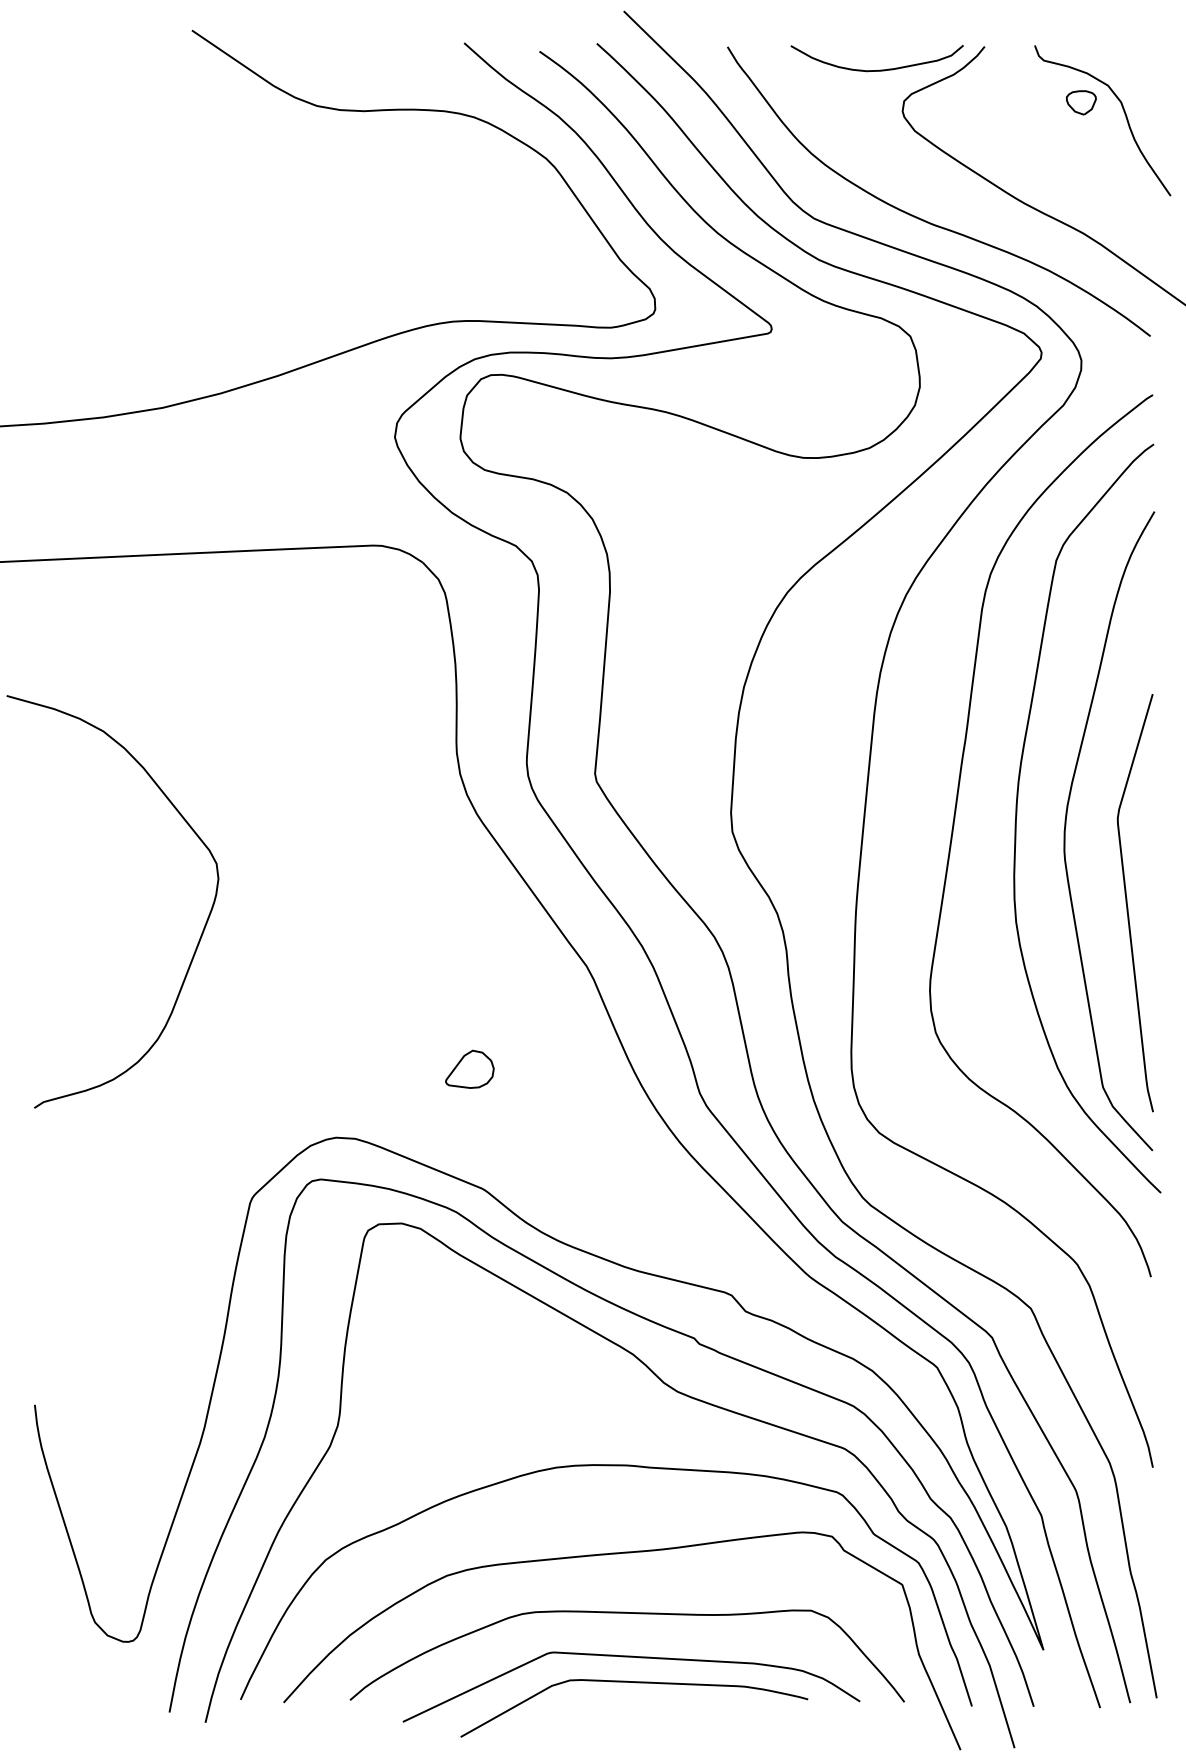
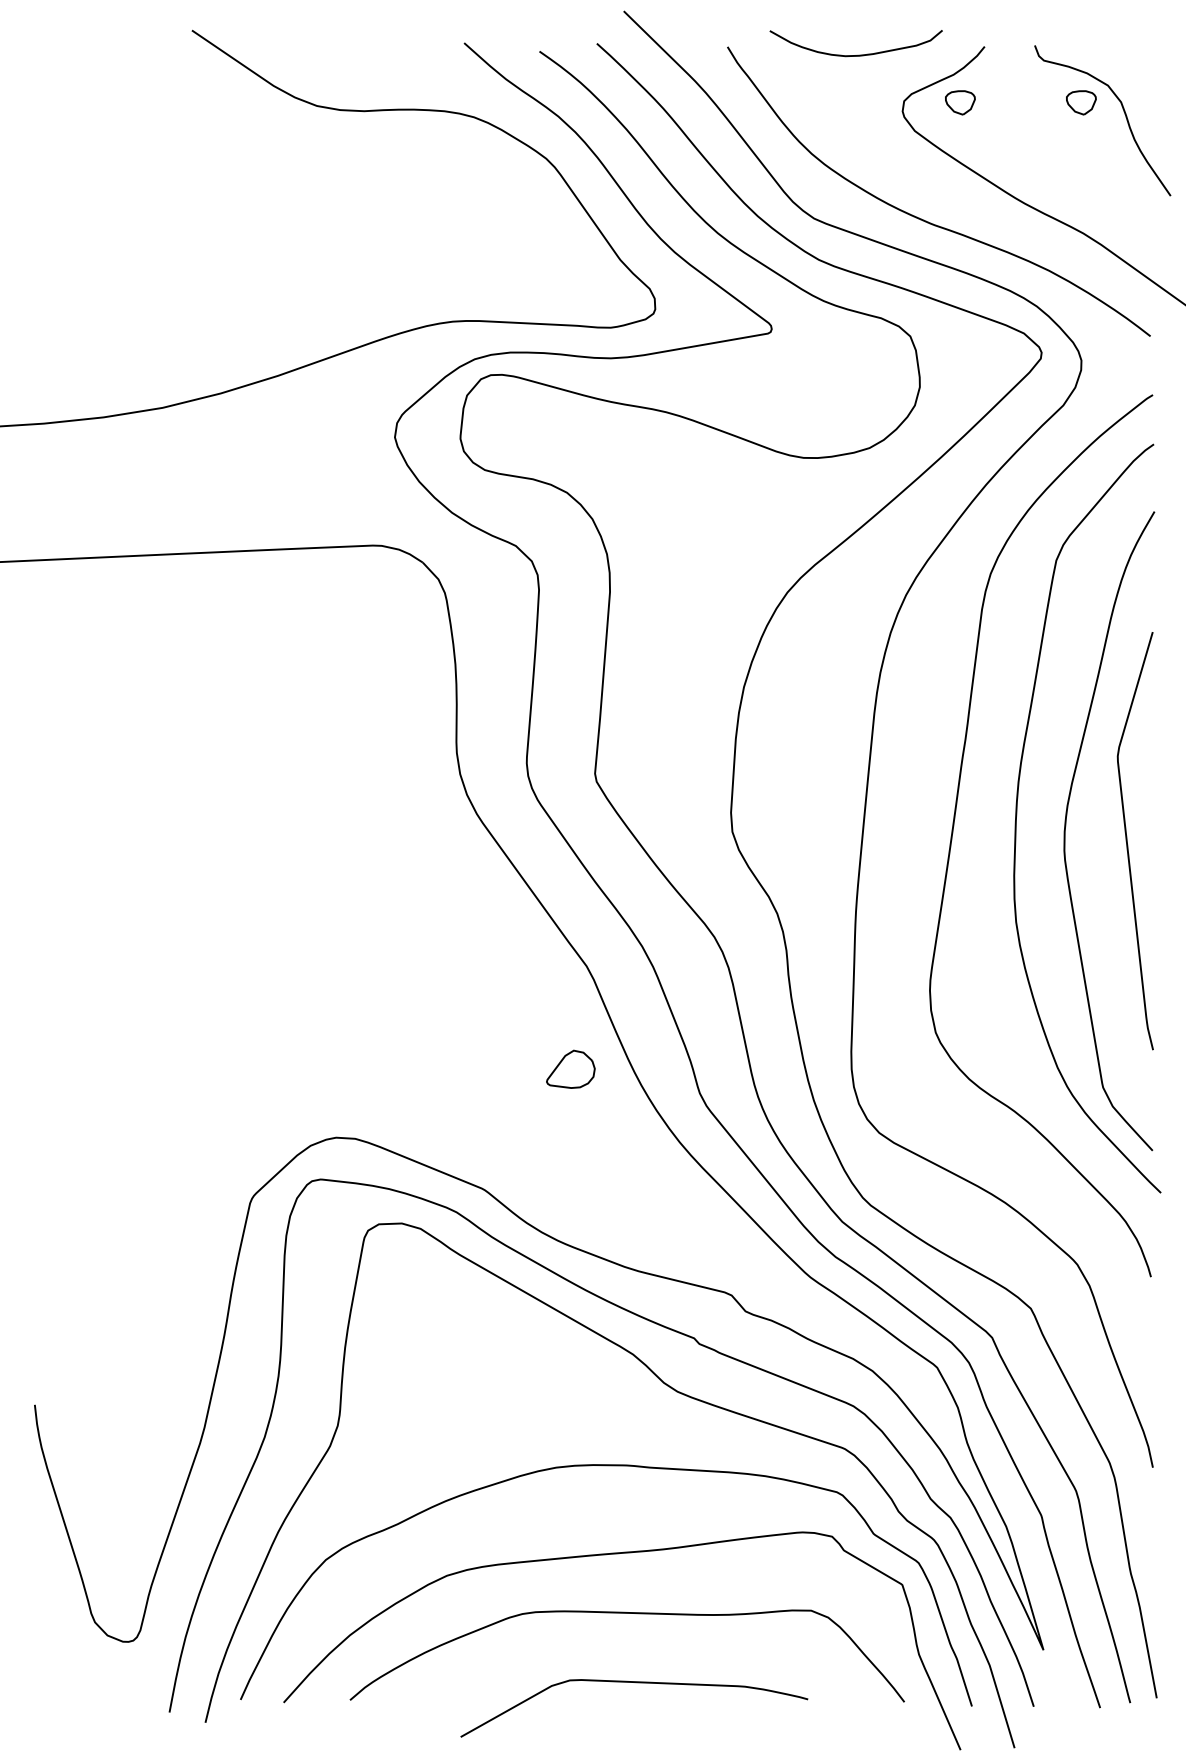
curve at (878, 69) position: (878, 69) -> (857, 54)
part at (960, 102): none -> present
curve at (1127, 903) position: (1127, 903) -> (1127, 841)
curve at (201, 932): present -> none
part at (469, 1068) position: (469, 1068) -> (570, 1068)
curve at (631, 1657): present -> none
